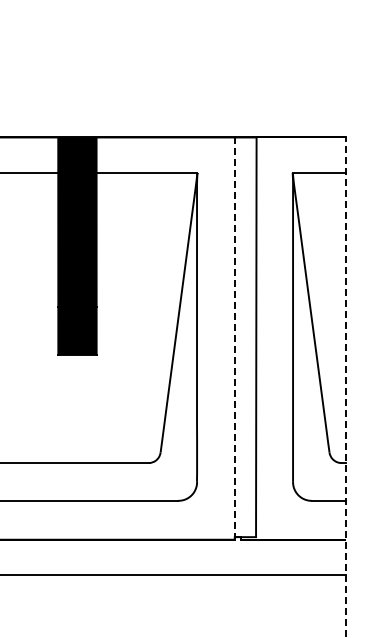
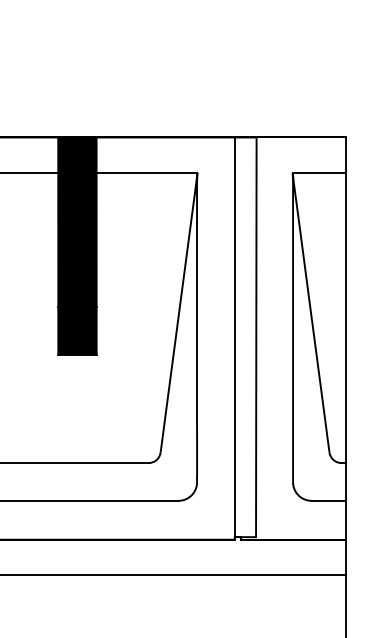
line at (235, 337): dashed -> solid
line at (346, 387): dashed -> solid
